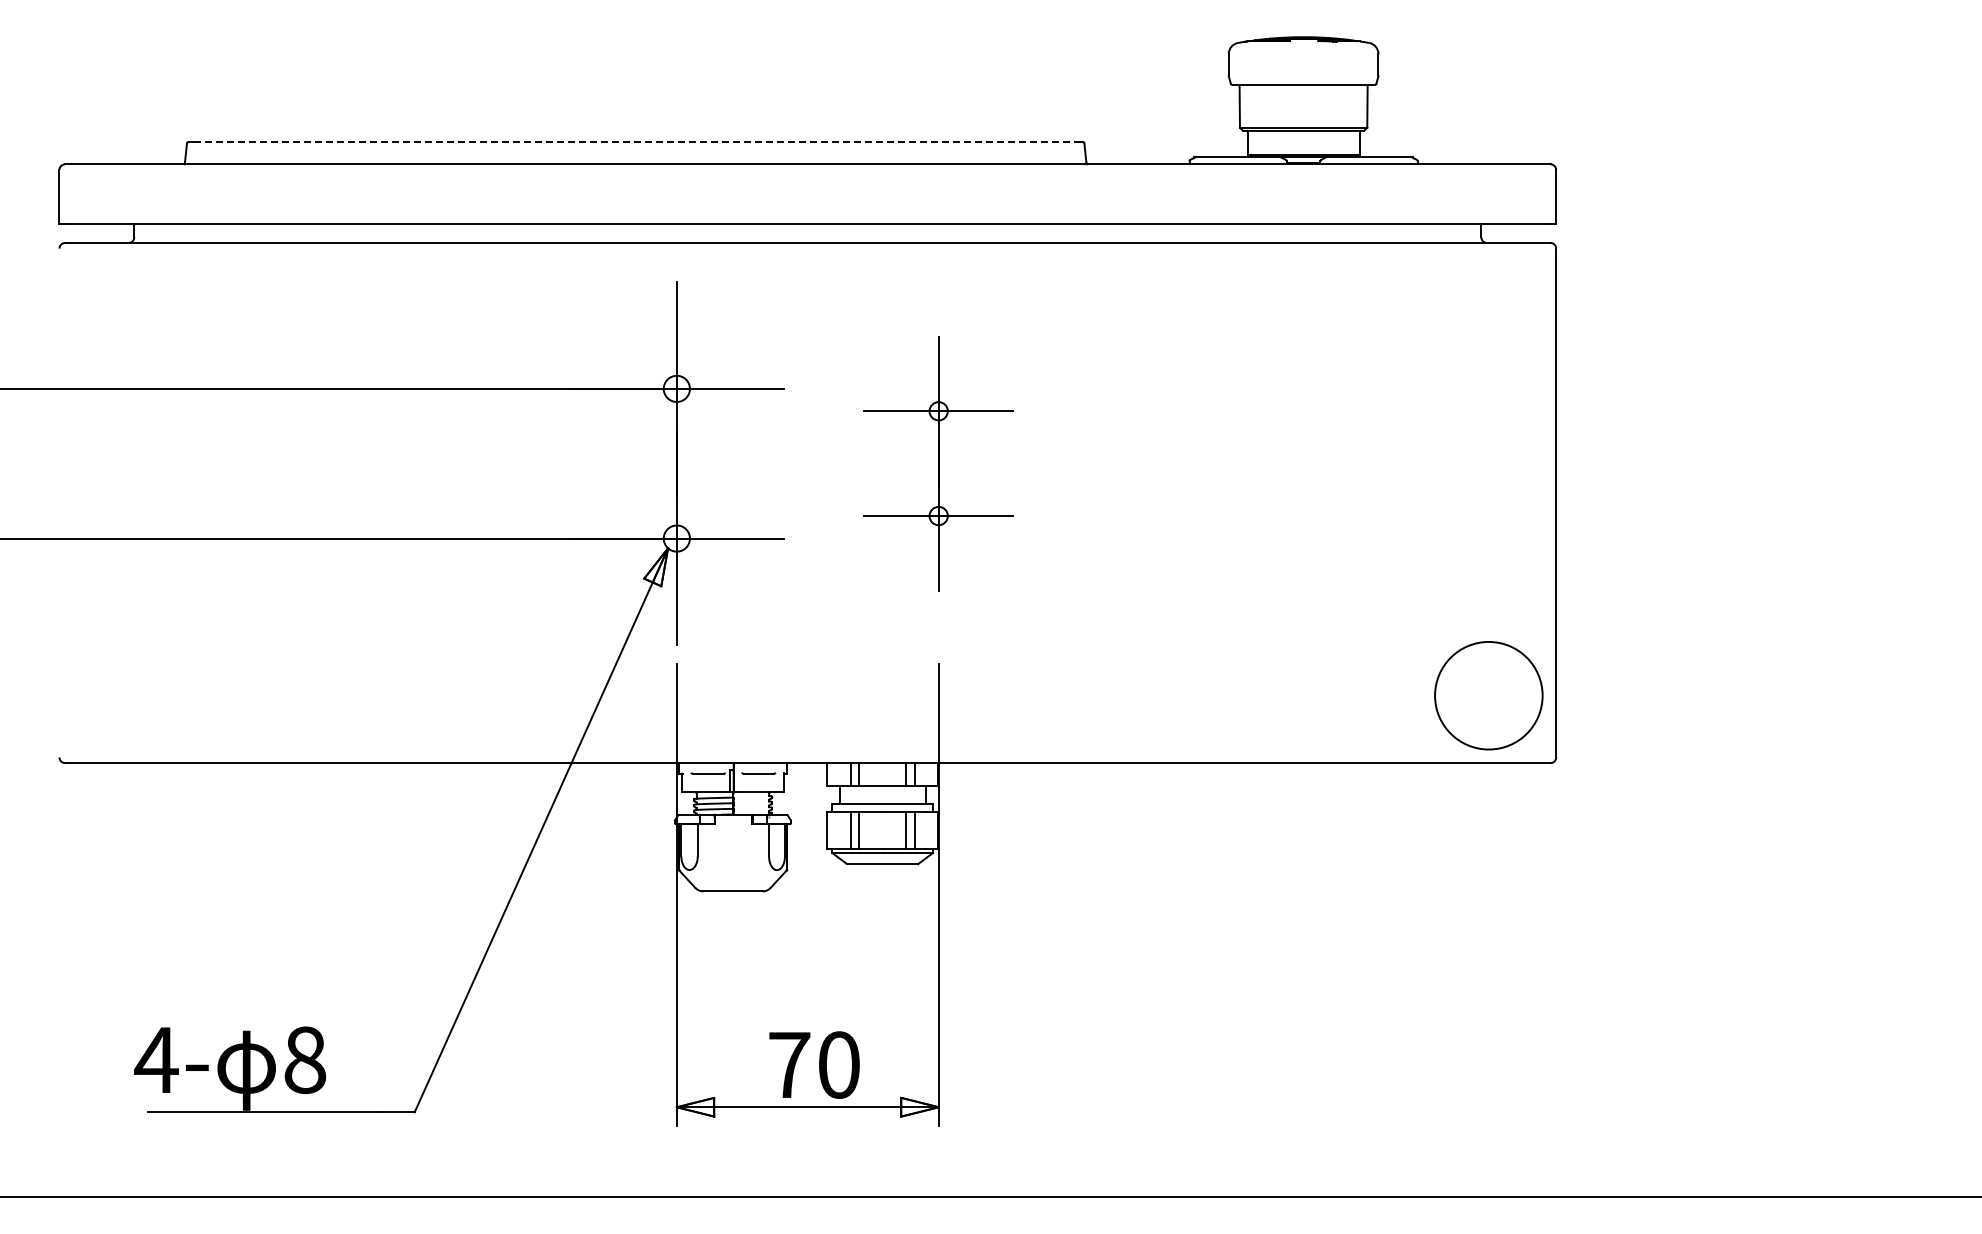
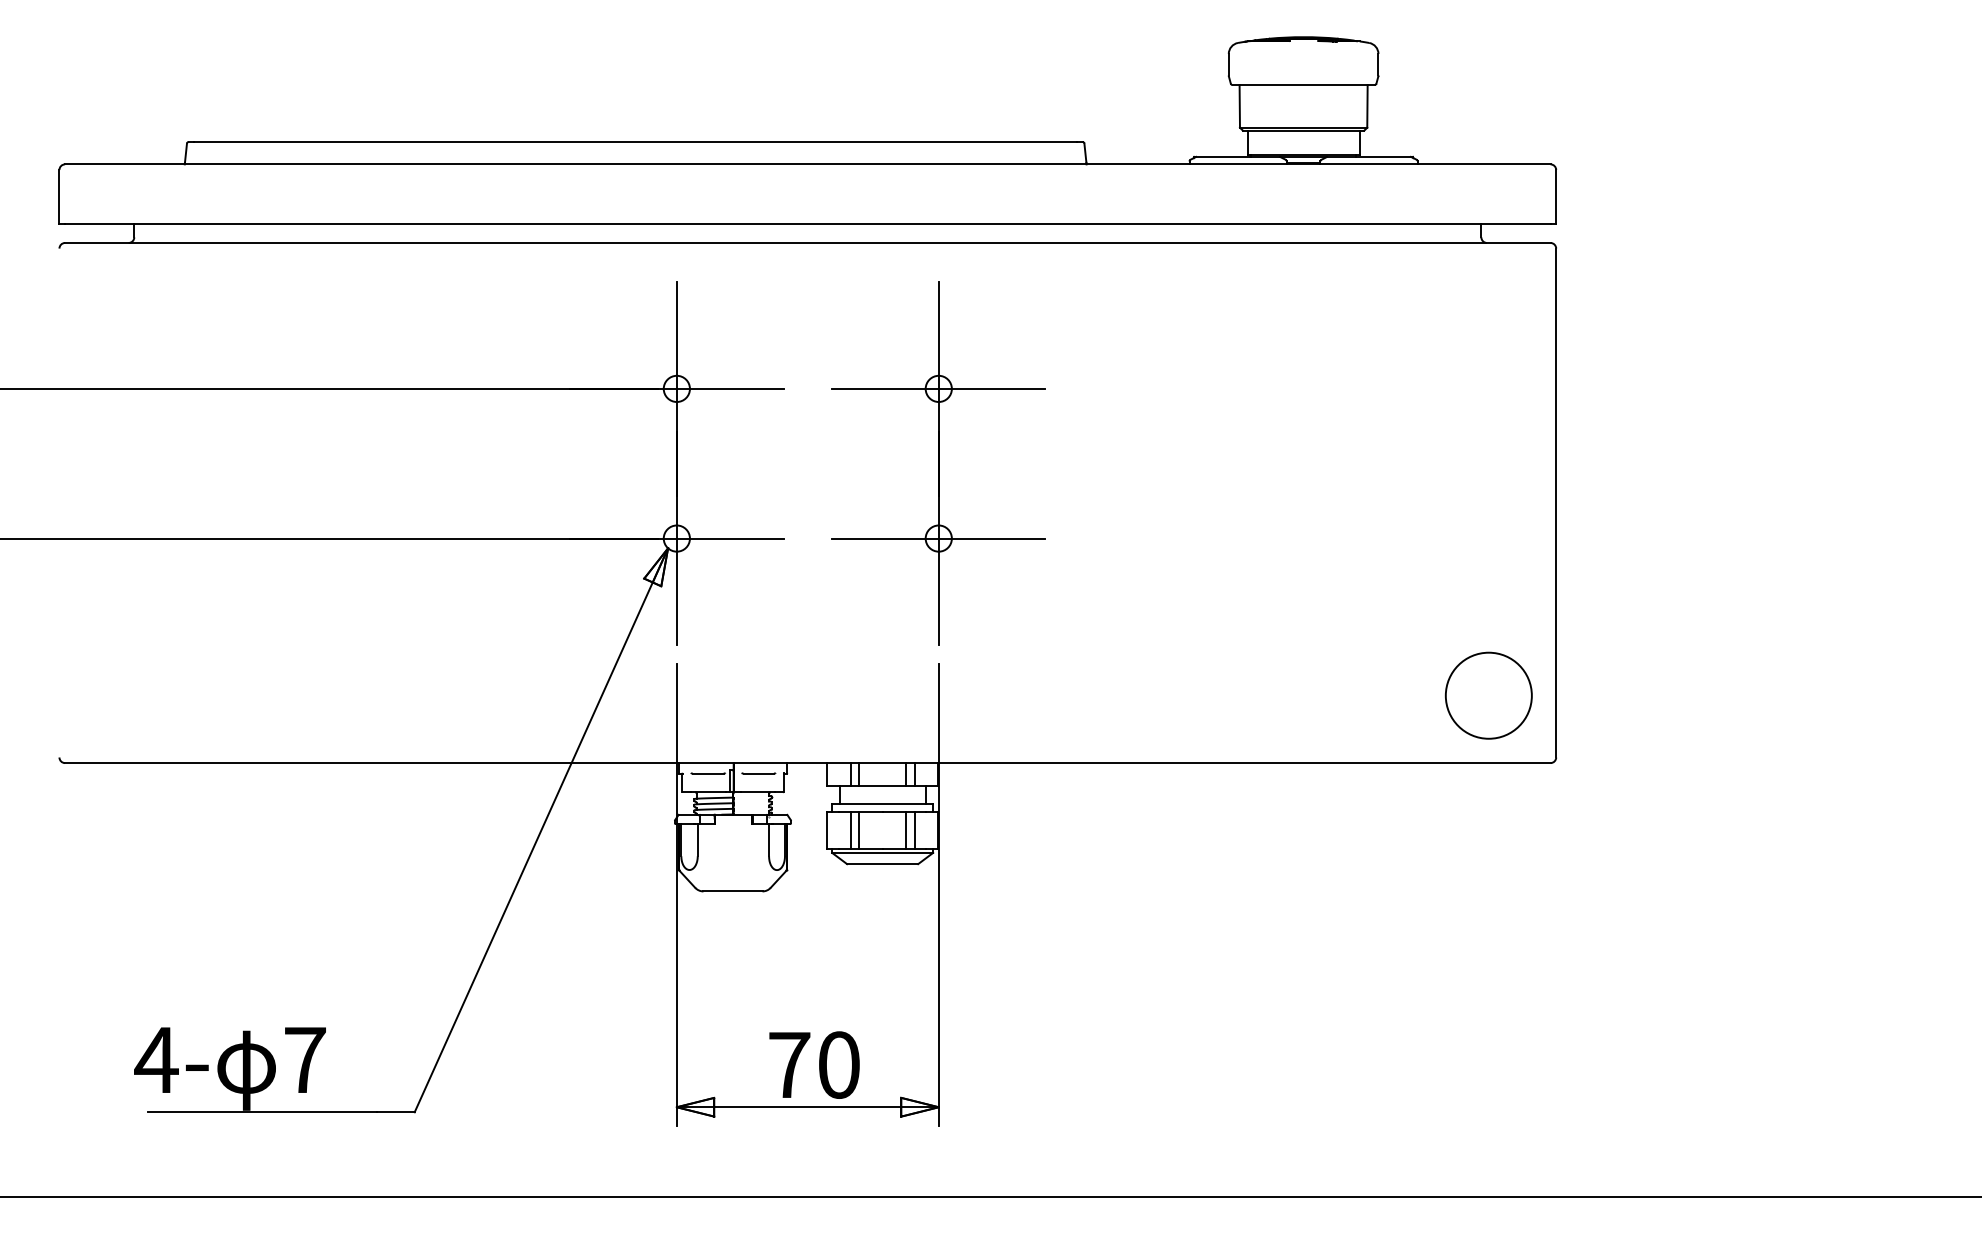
line at (635, 141): dashed -> solid
part at (938, 463) size: 151x256 px -> 215x365 px
circle at (1488, 695) diameter: 108 px -> 86 px
text at (305, 1059): 8 -> 7
